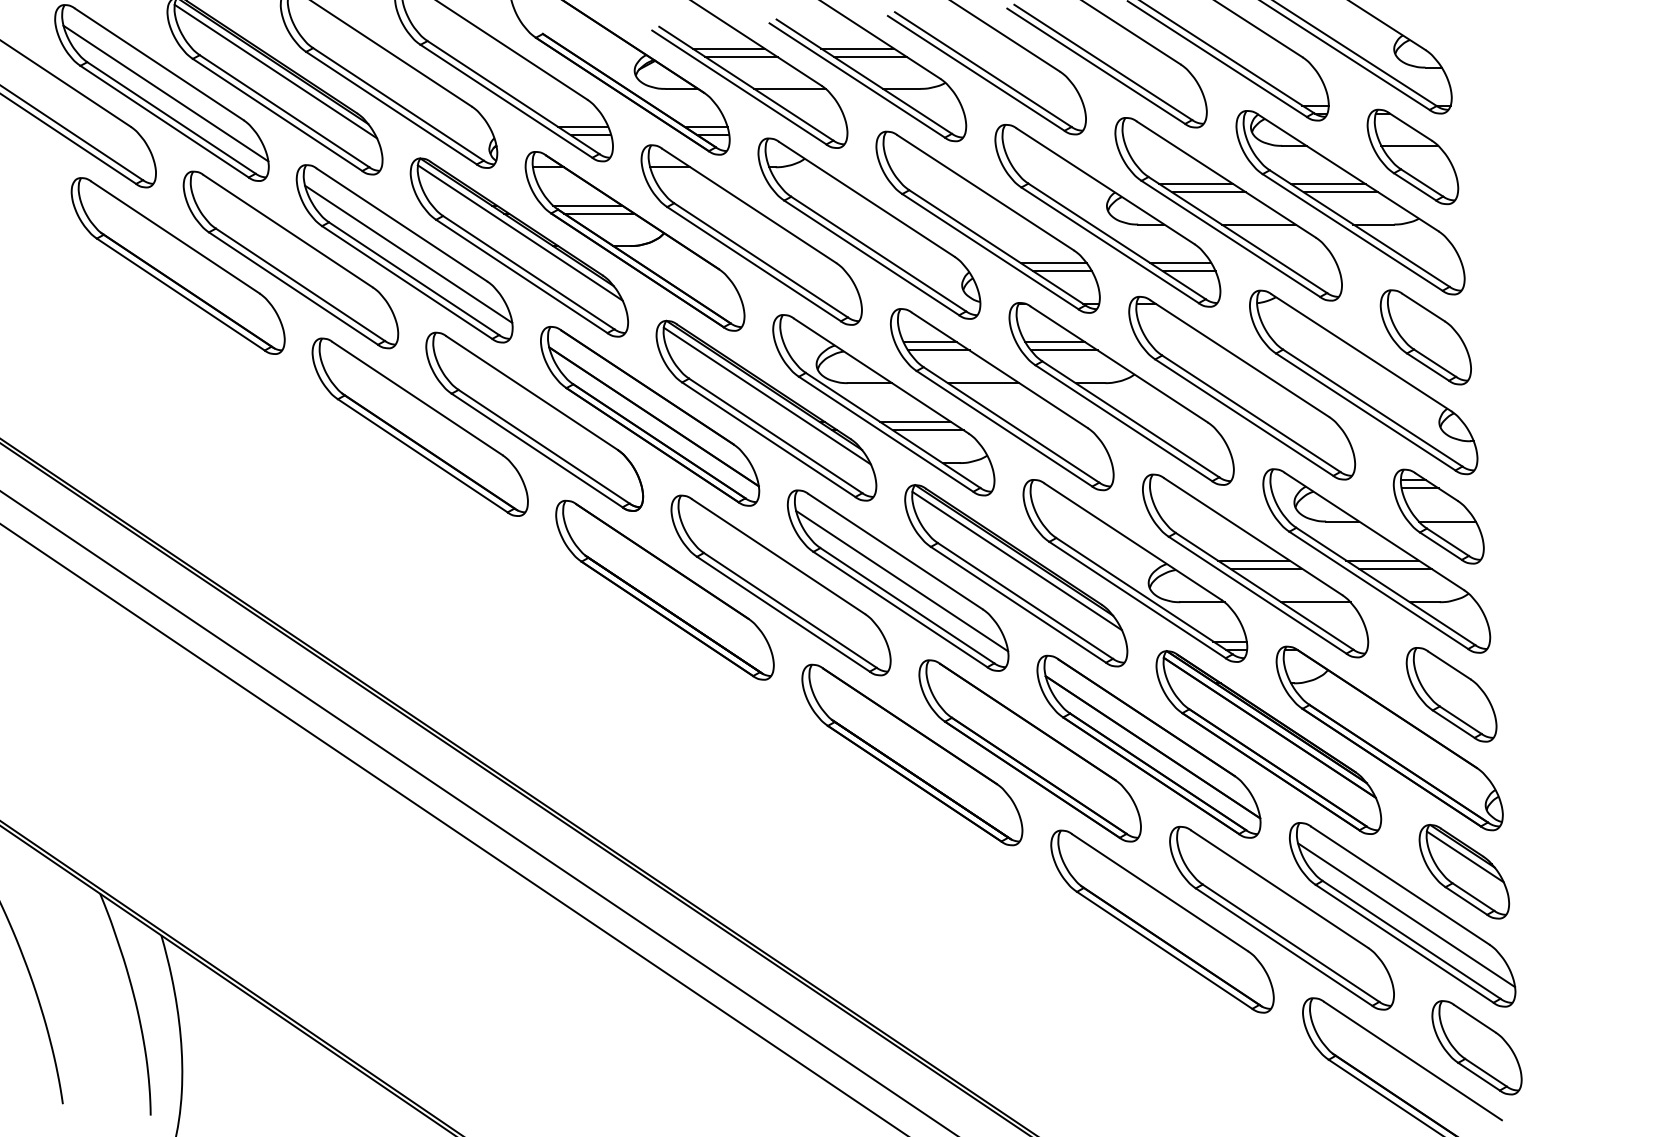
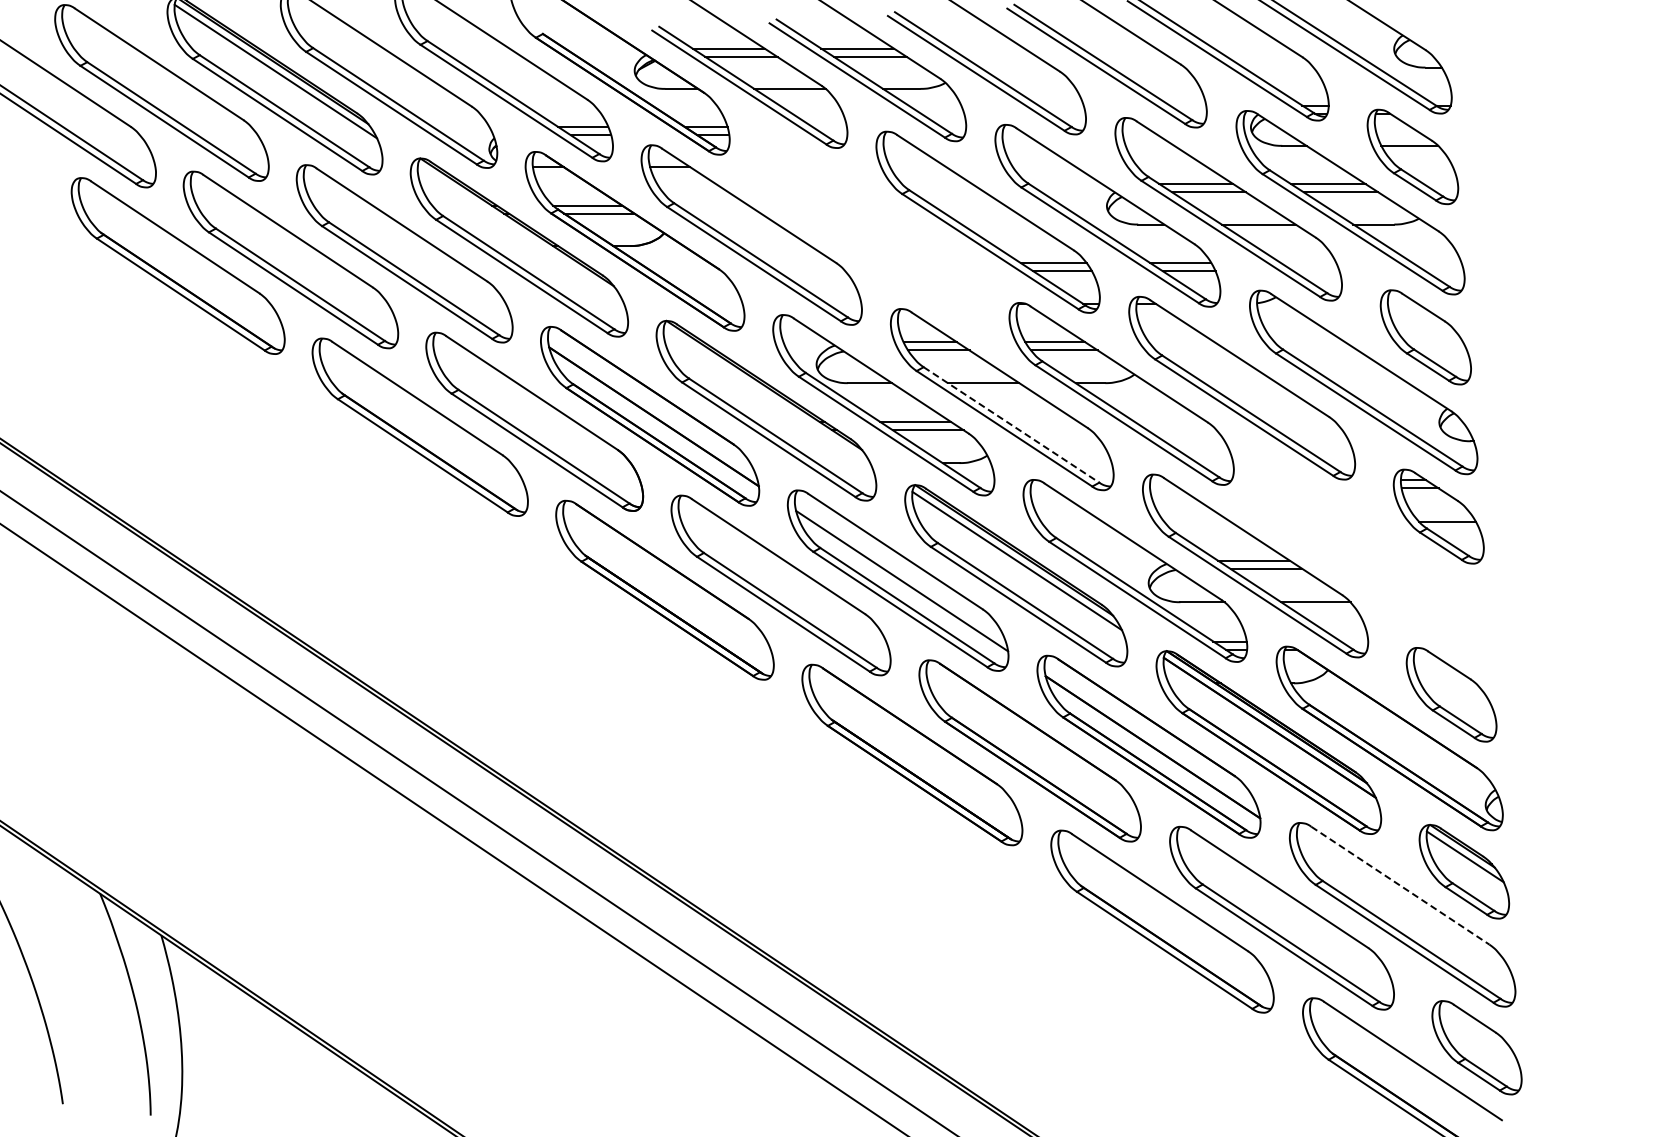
line at (165, 93): present -> none
part at (869, 228): present -> none
line at (519, 232): present -> none
line at (408, 253): present -> none
line at (766, 395): present -> none
line at (1011, 425): solid -> dashed
part at (1376, 560): present -> none
line at (1400, 885): solid -> dashed
line at (1406, 915): present -> none
